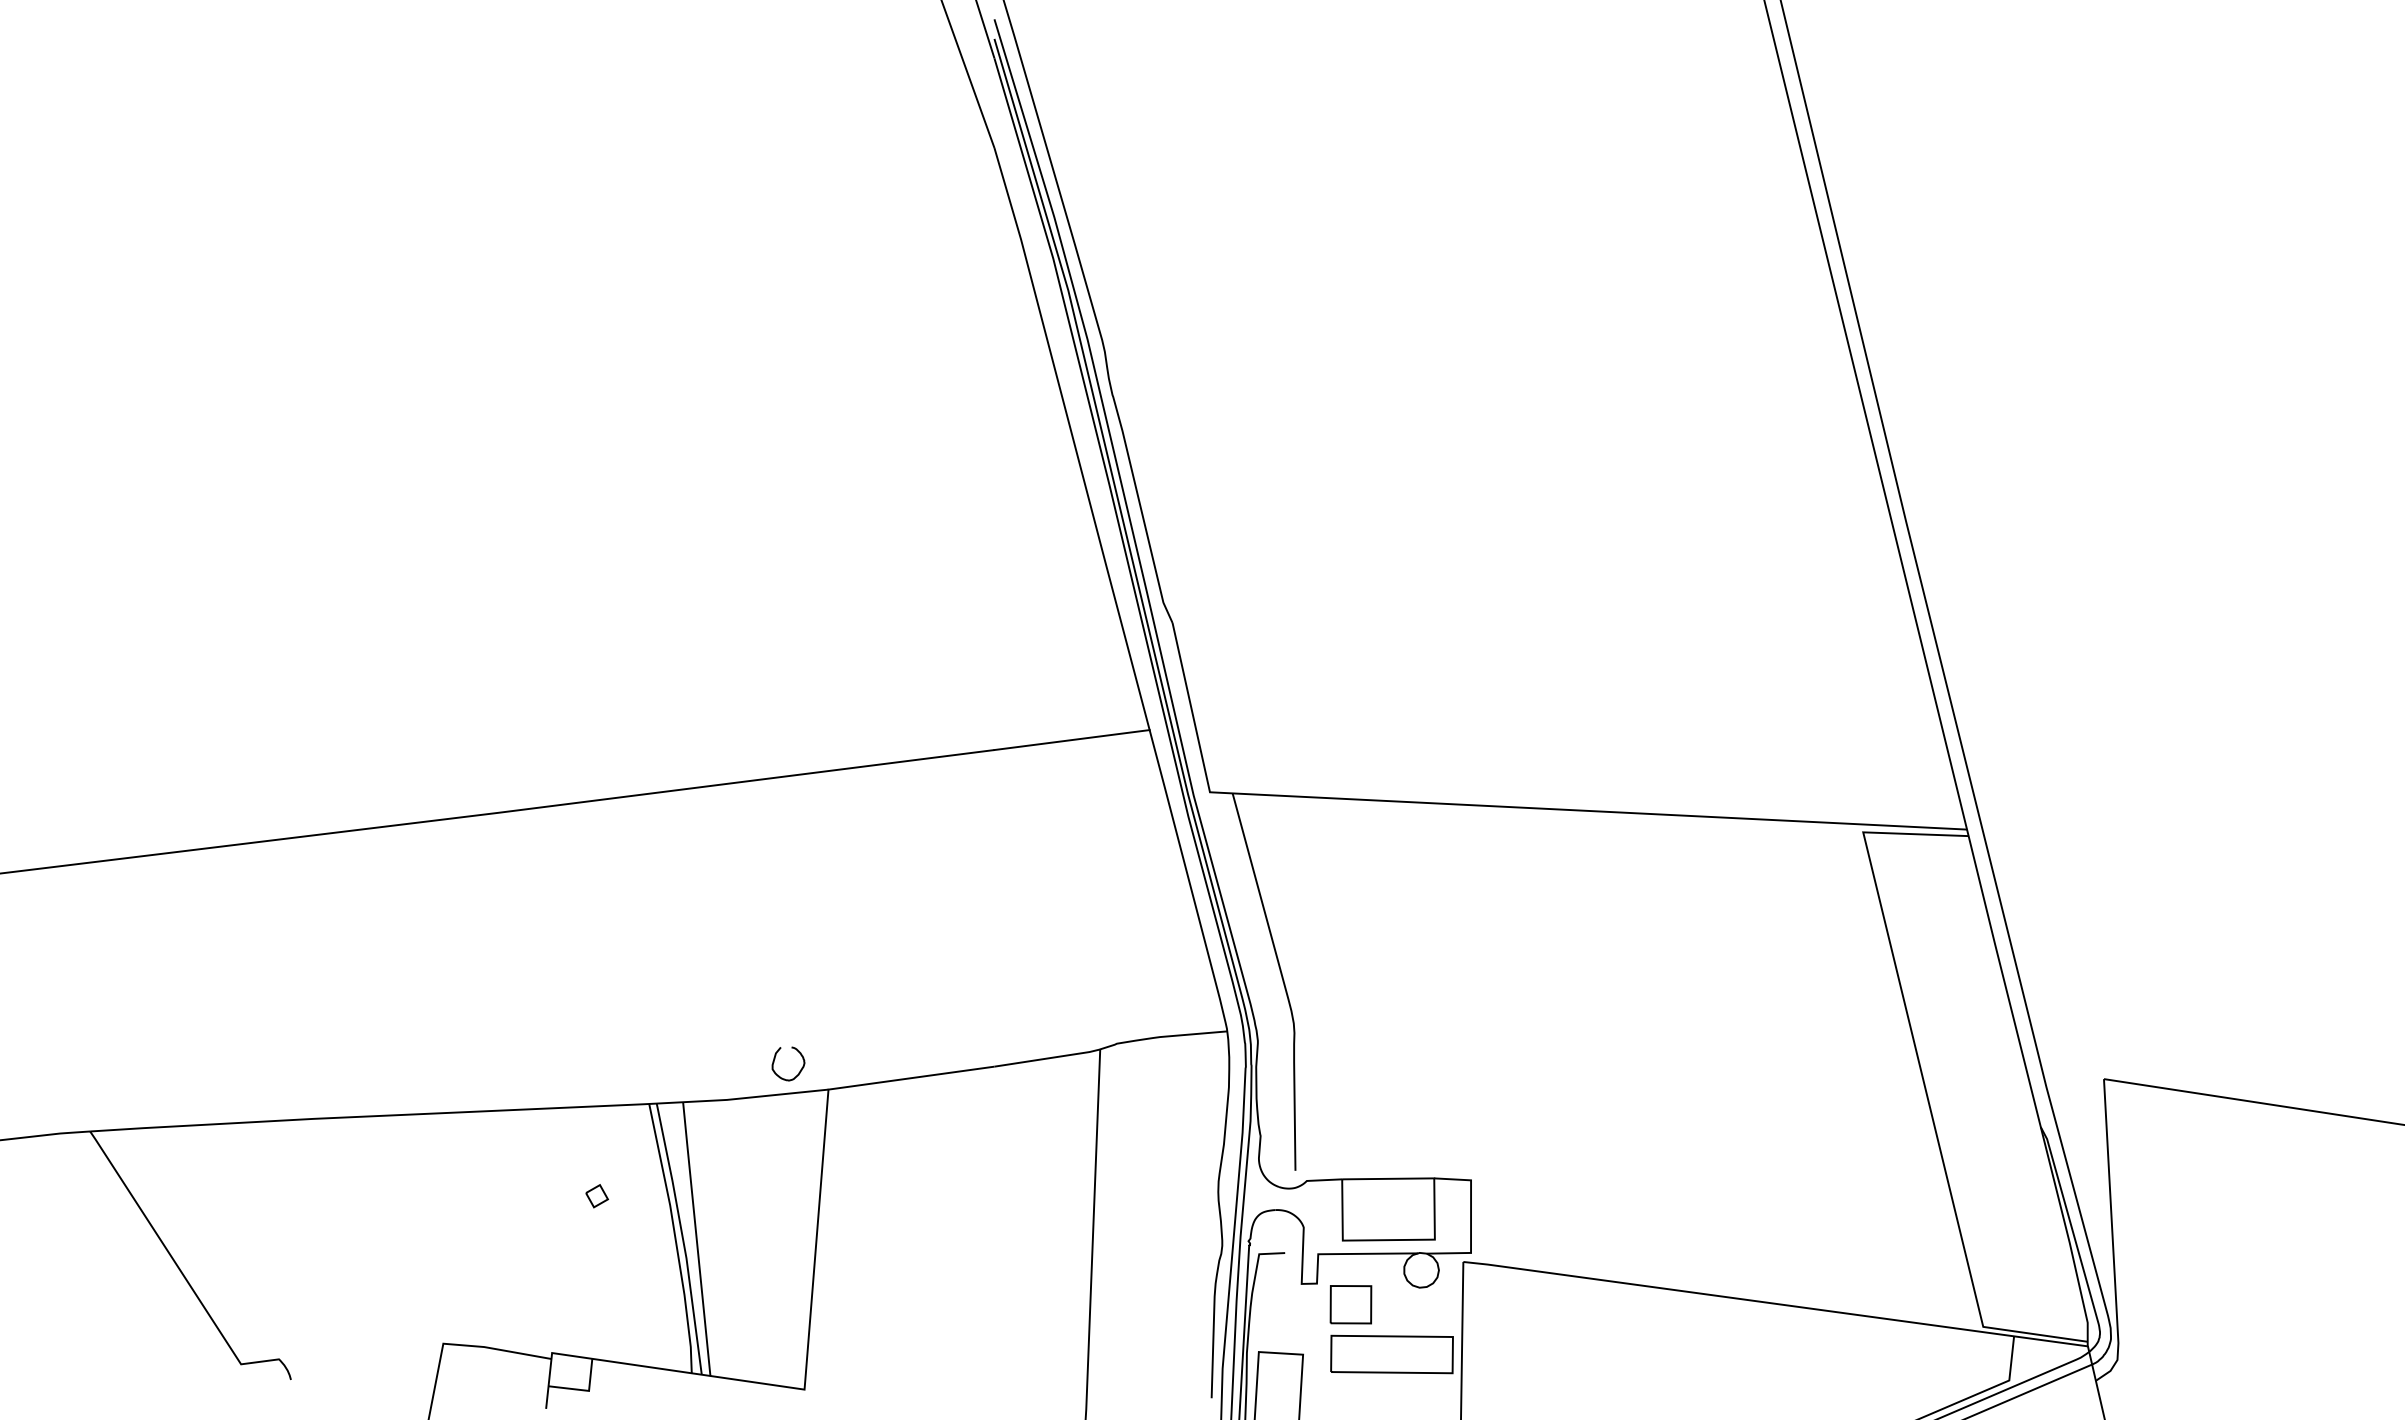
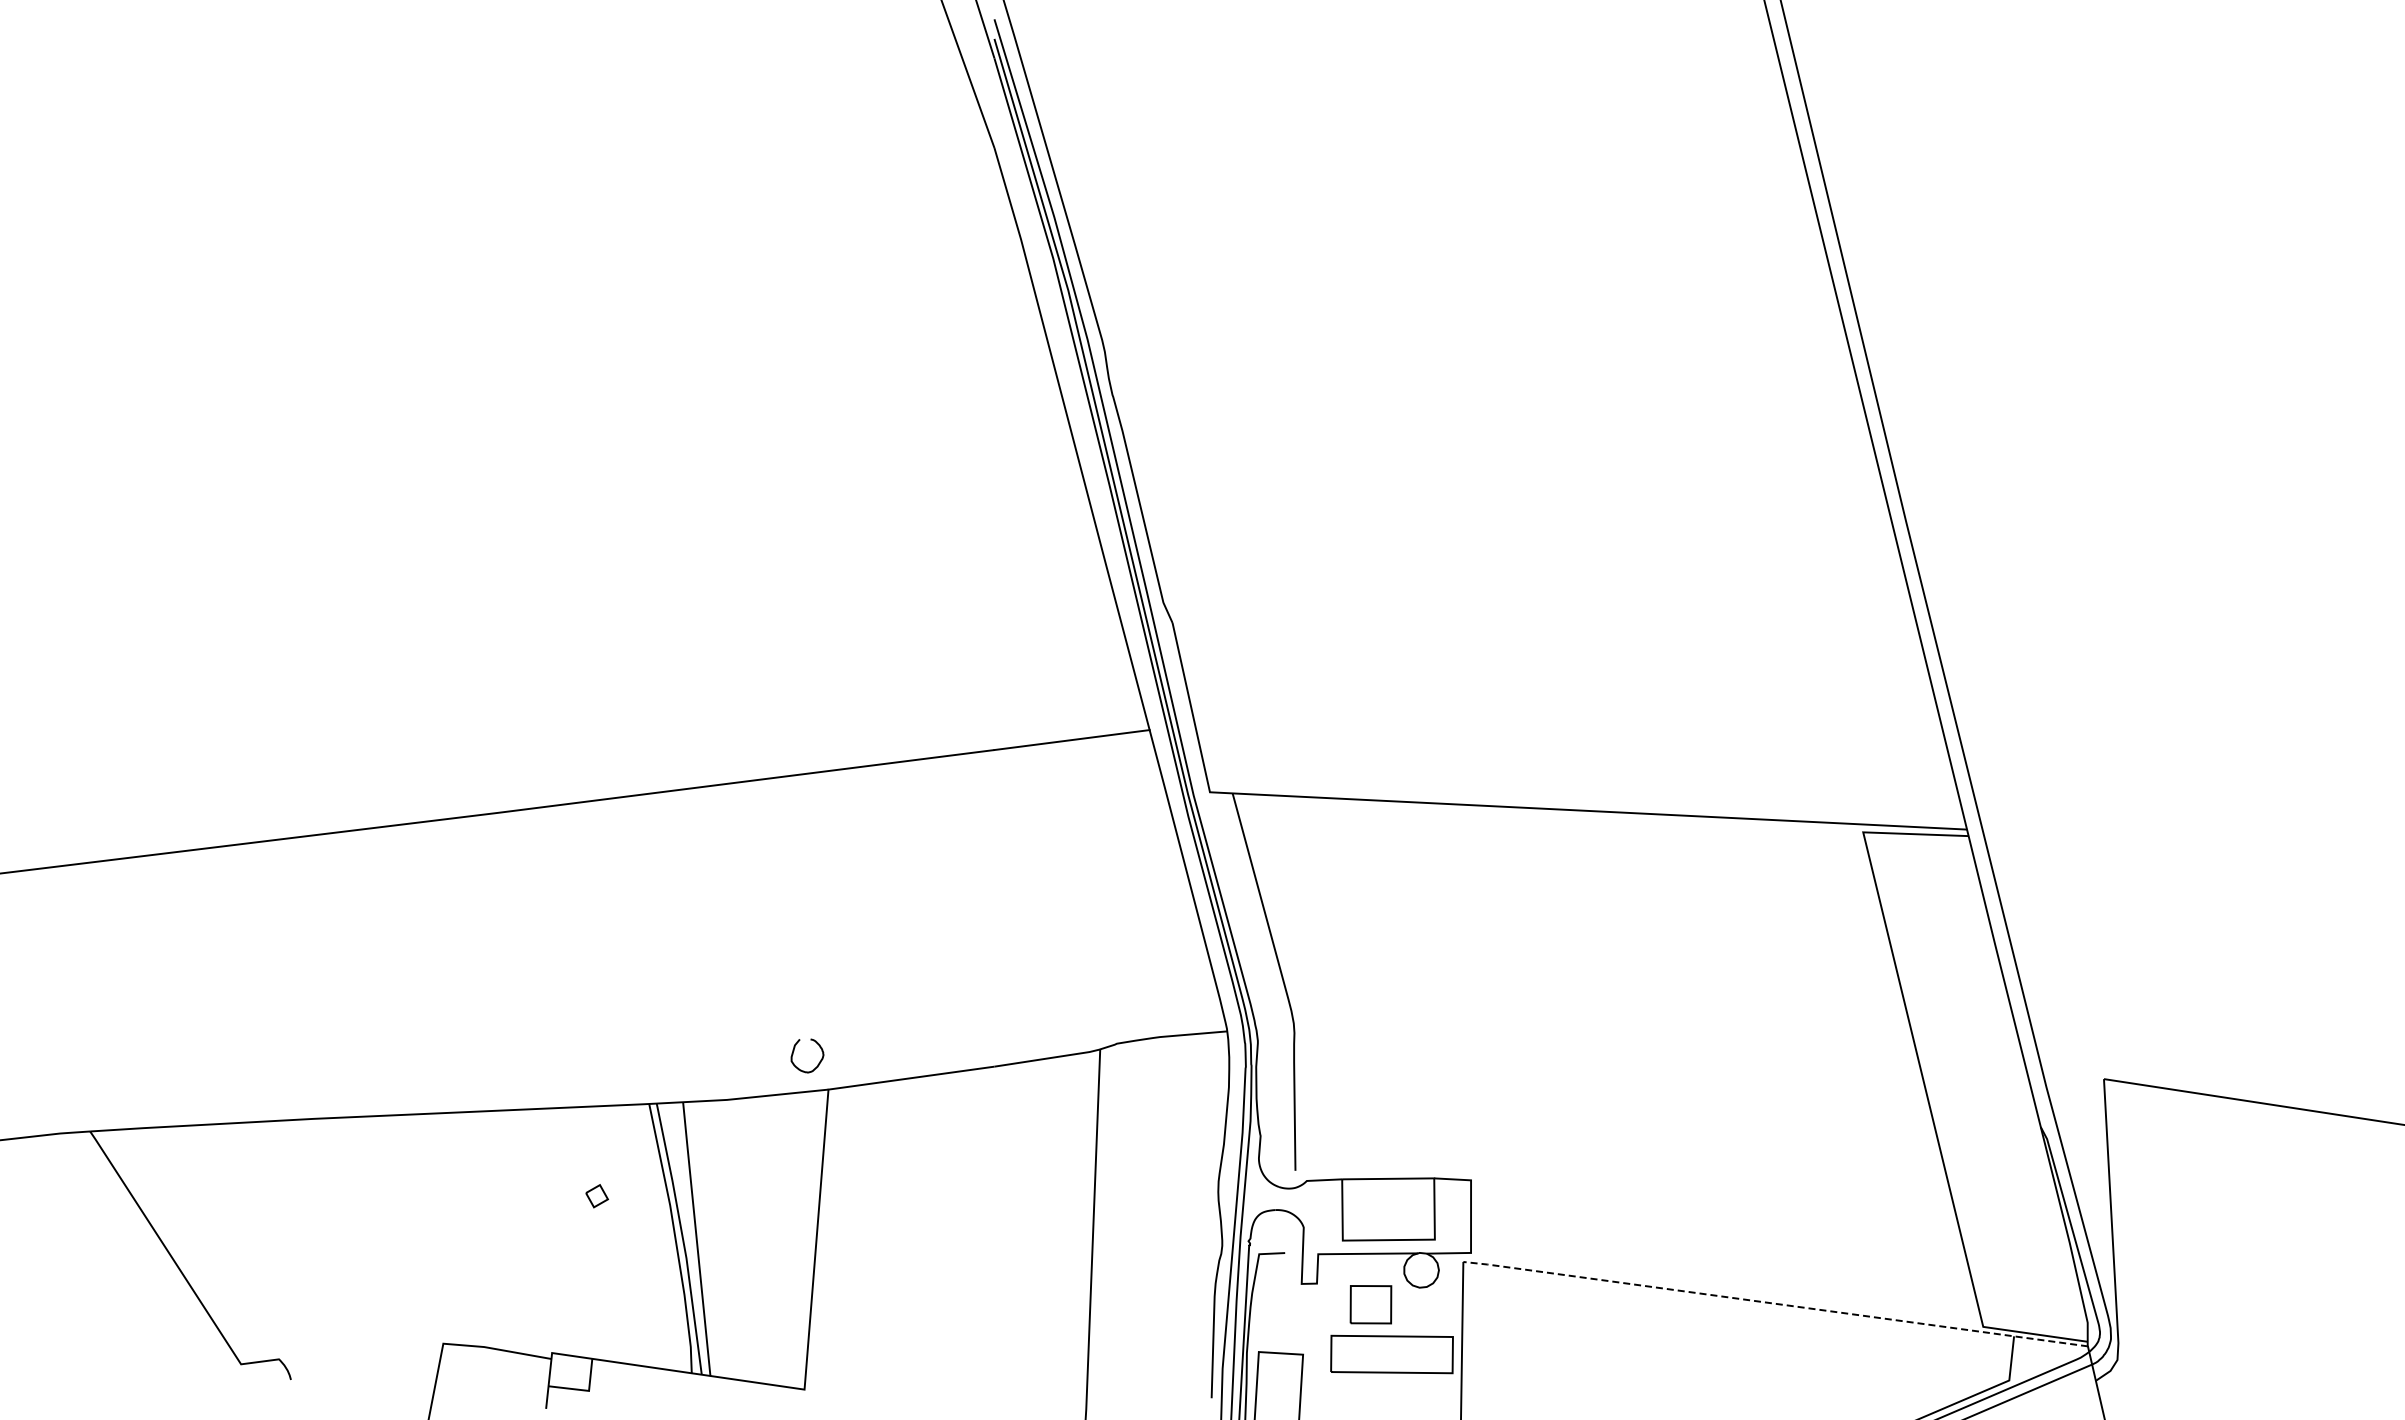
curve at (800, 1069) position: (800, 1069) -> (819, 1061)
line at (1775, 1303): solid -> dashed
part at (1350, 1304) position: (1350, 1304) -> (1370, 1304)
